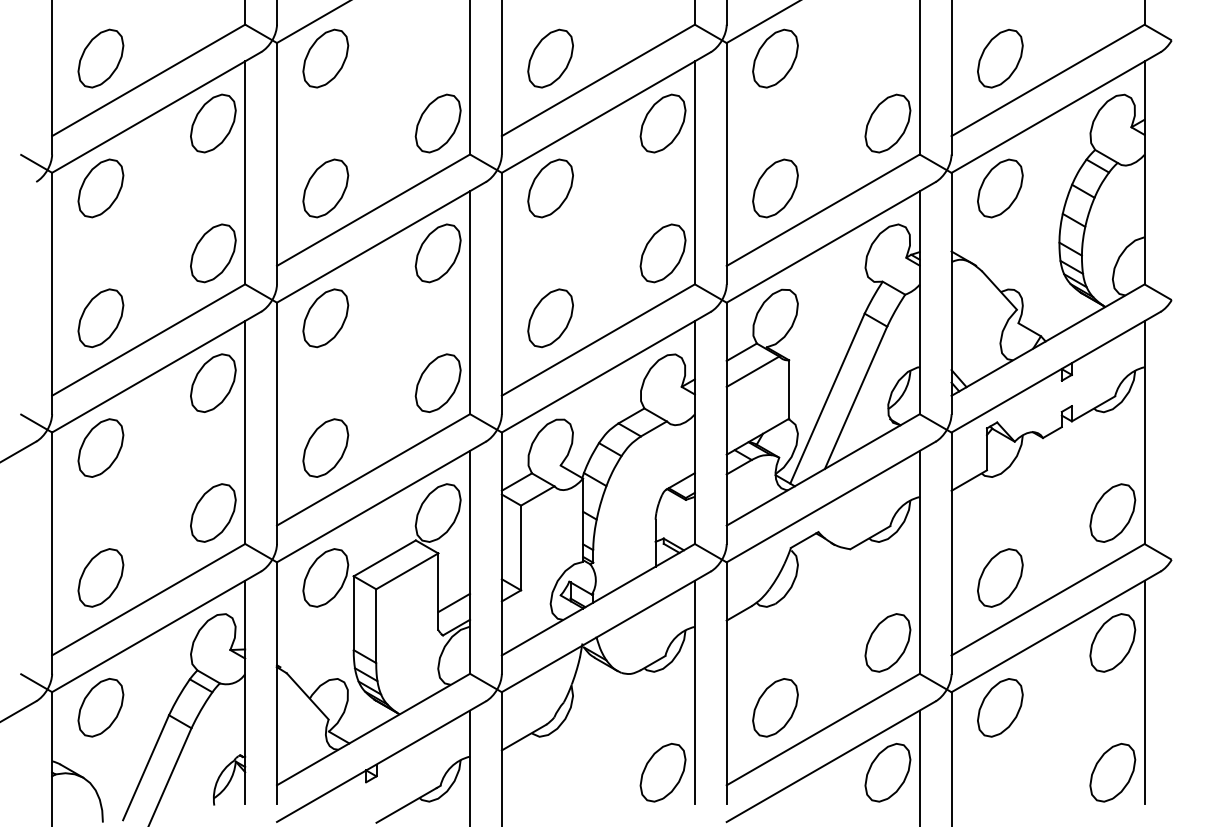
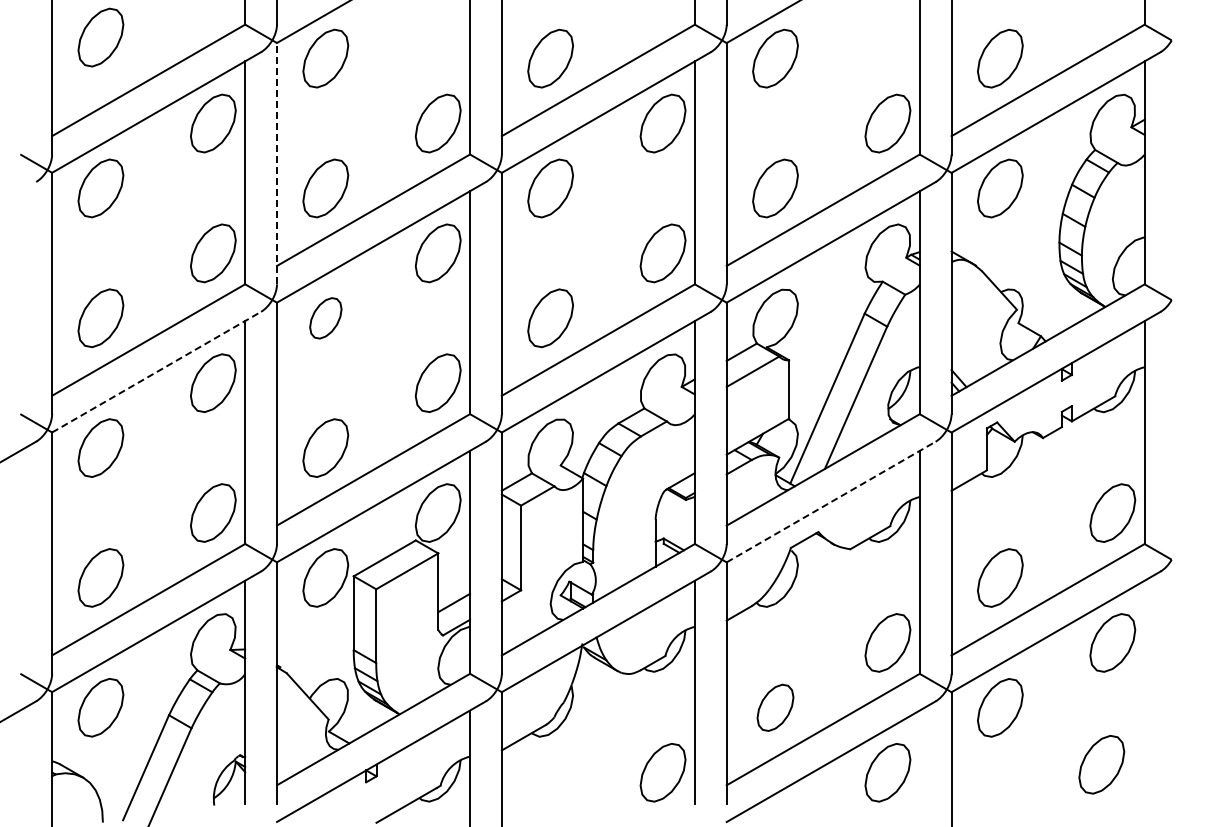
part at (100, 58) position: (100, 58) -> (100, 37)
line at (276, 163): solid -> dashed
part at (325, 318) size: 48x61 px -> 34x43 px
line at (156, 372): solid -> dashed
line at (831, 502): solid -> dashed
line at (1144, 691): present -> none
part at (775, 707) size: 47x60 px -> 39x49 px
line at (919, 766): present -> none
part at (1112, 772) position: (1112, 772) -> (1101, 764)
